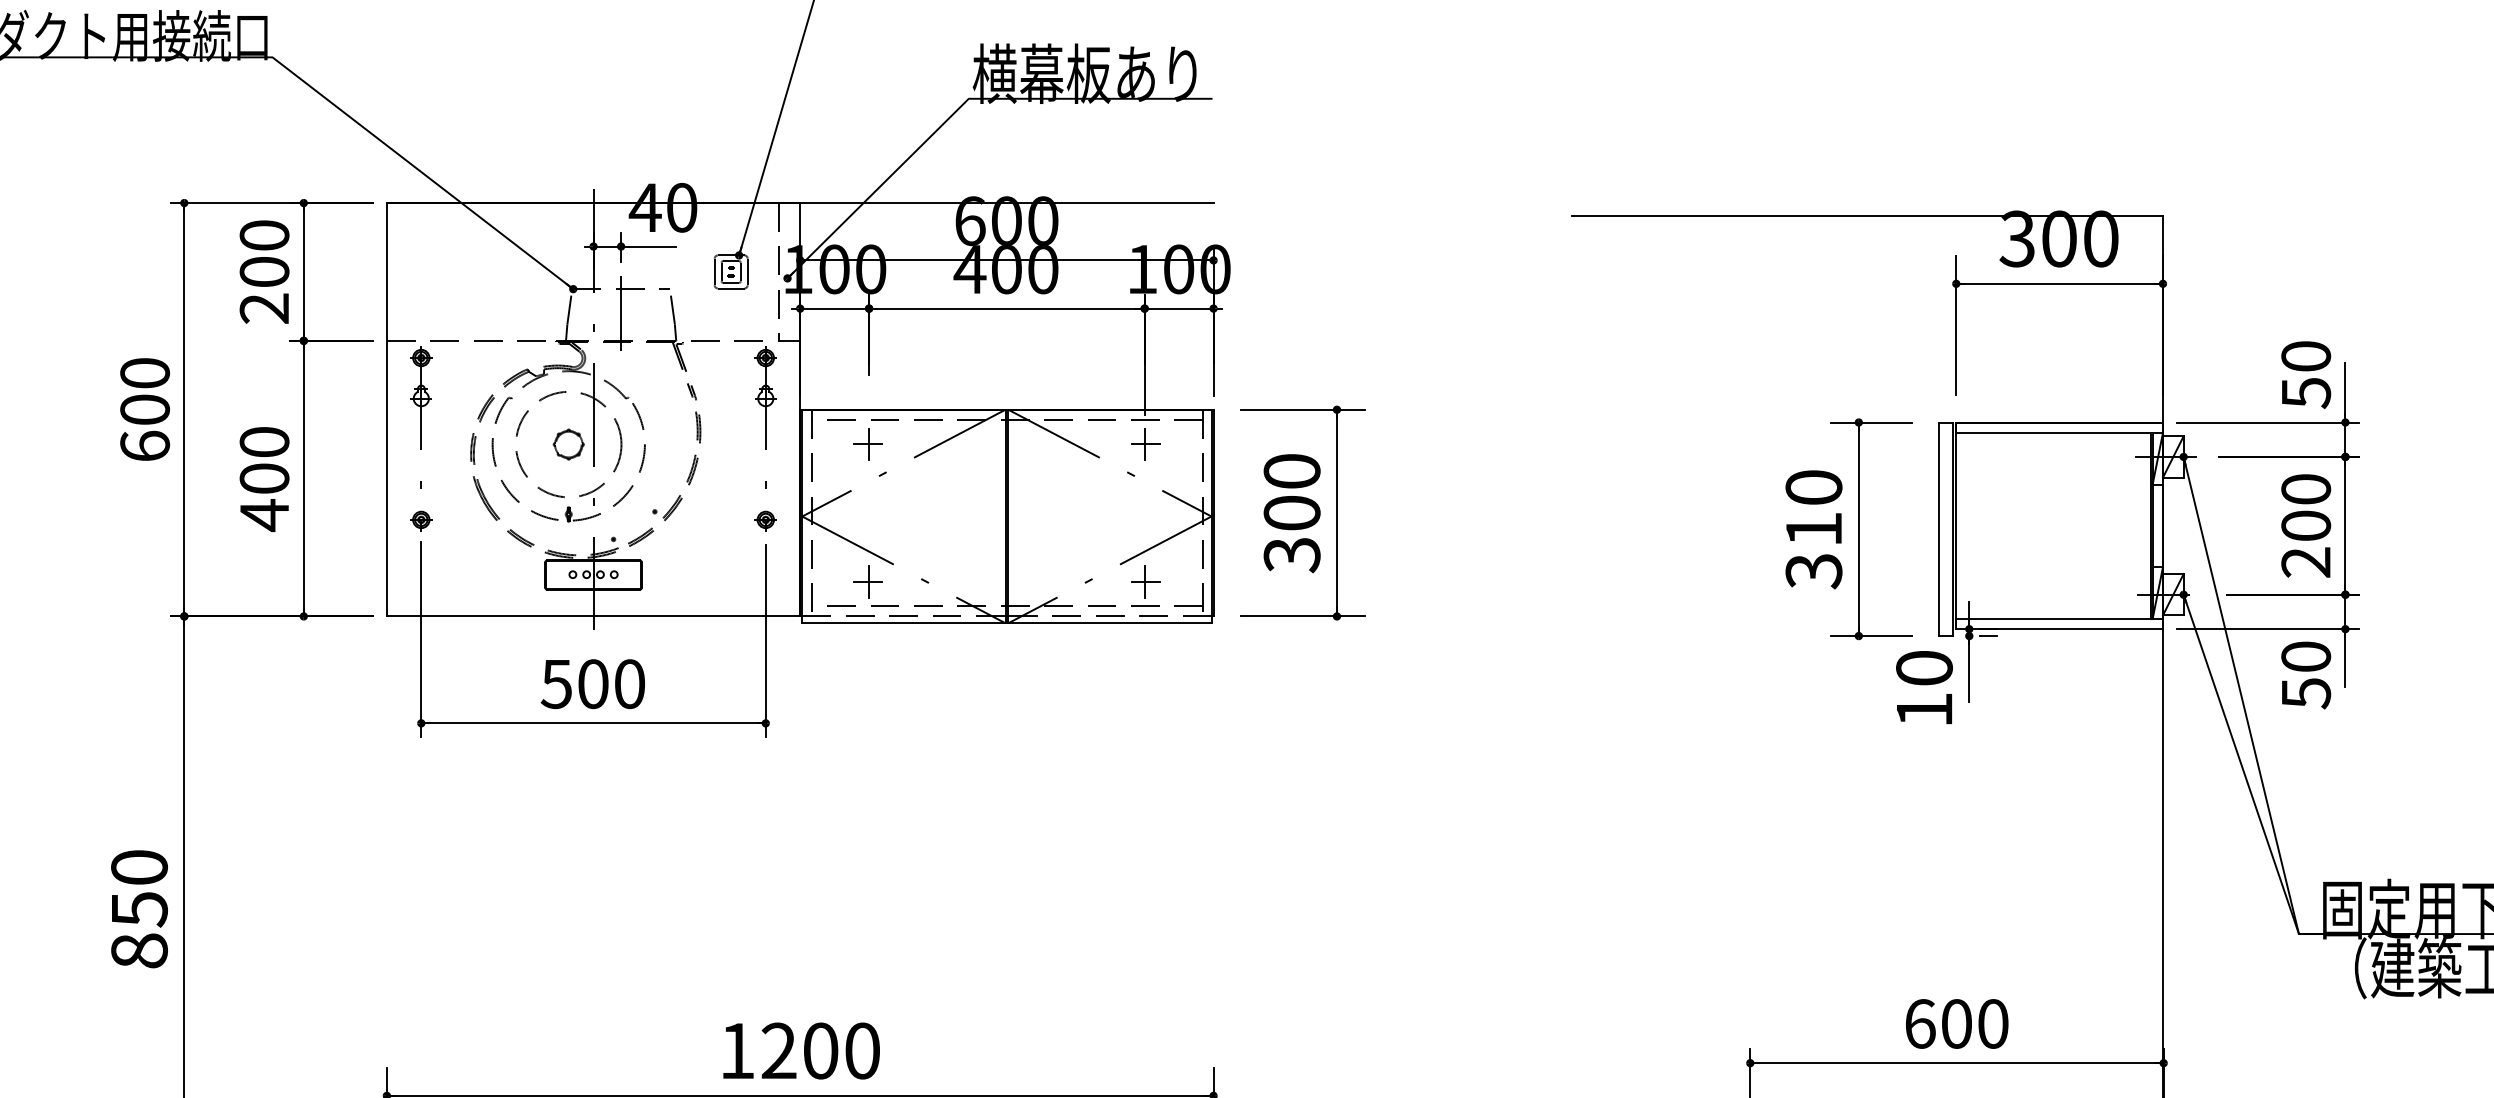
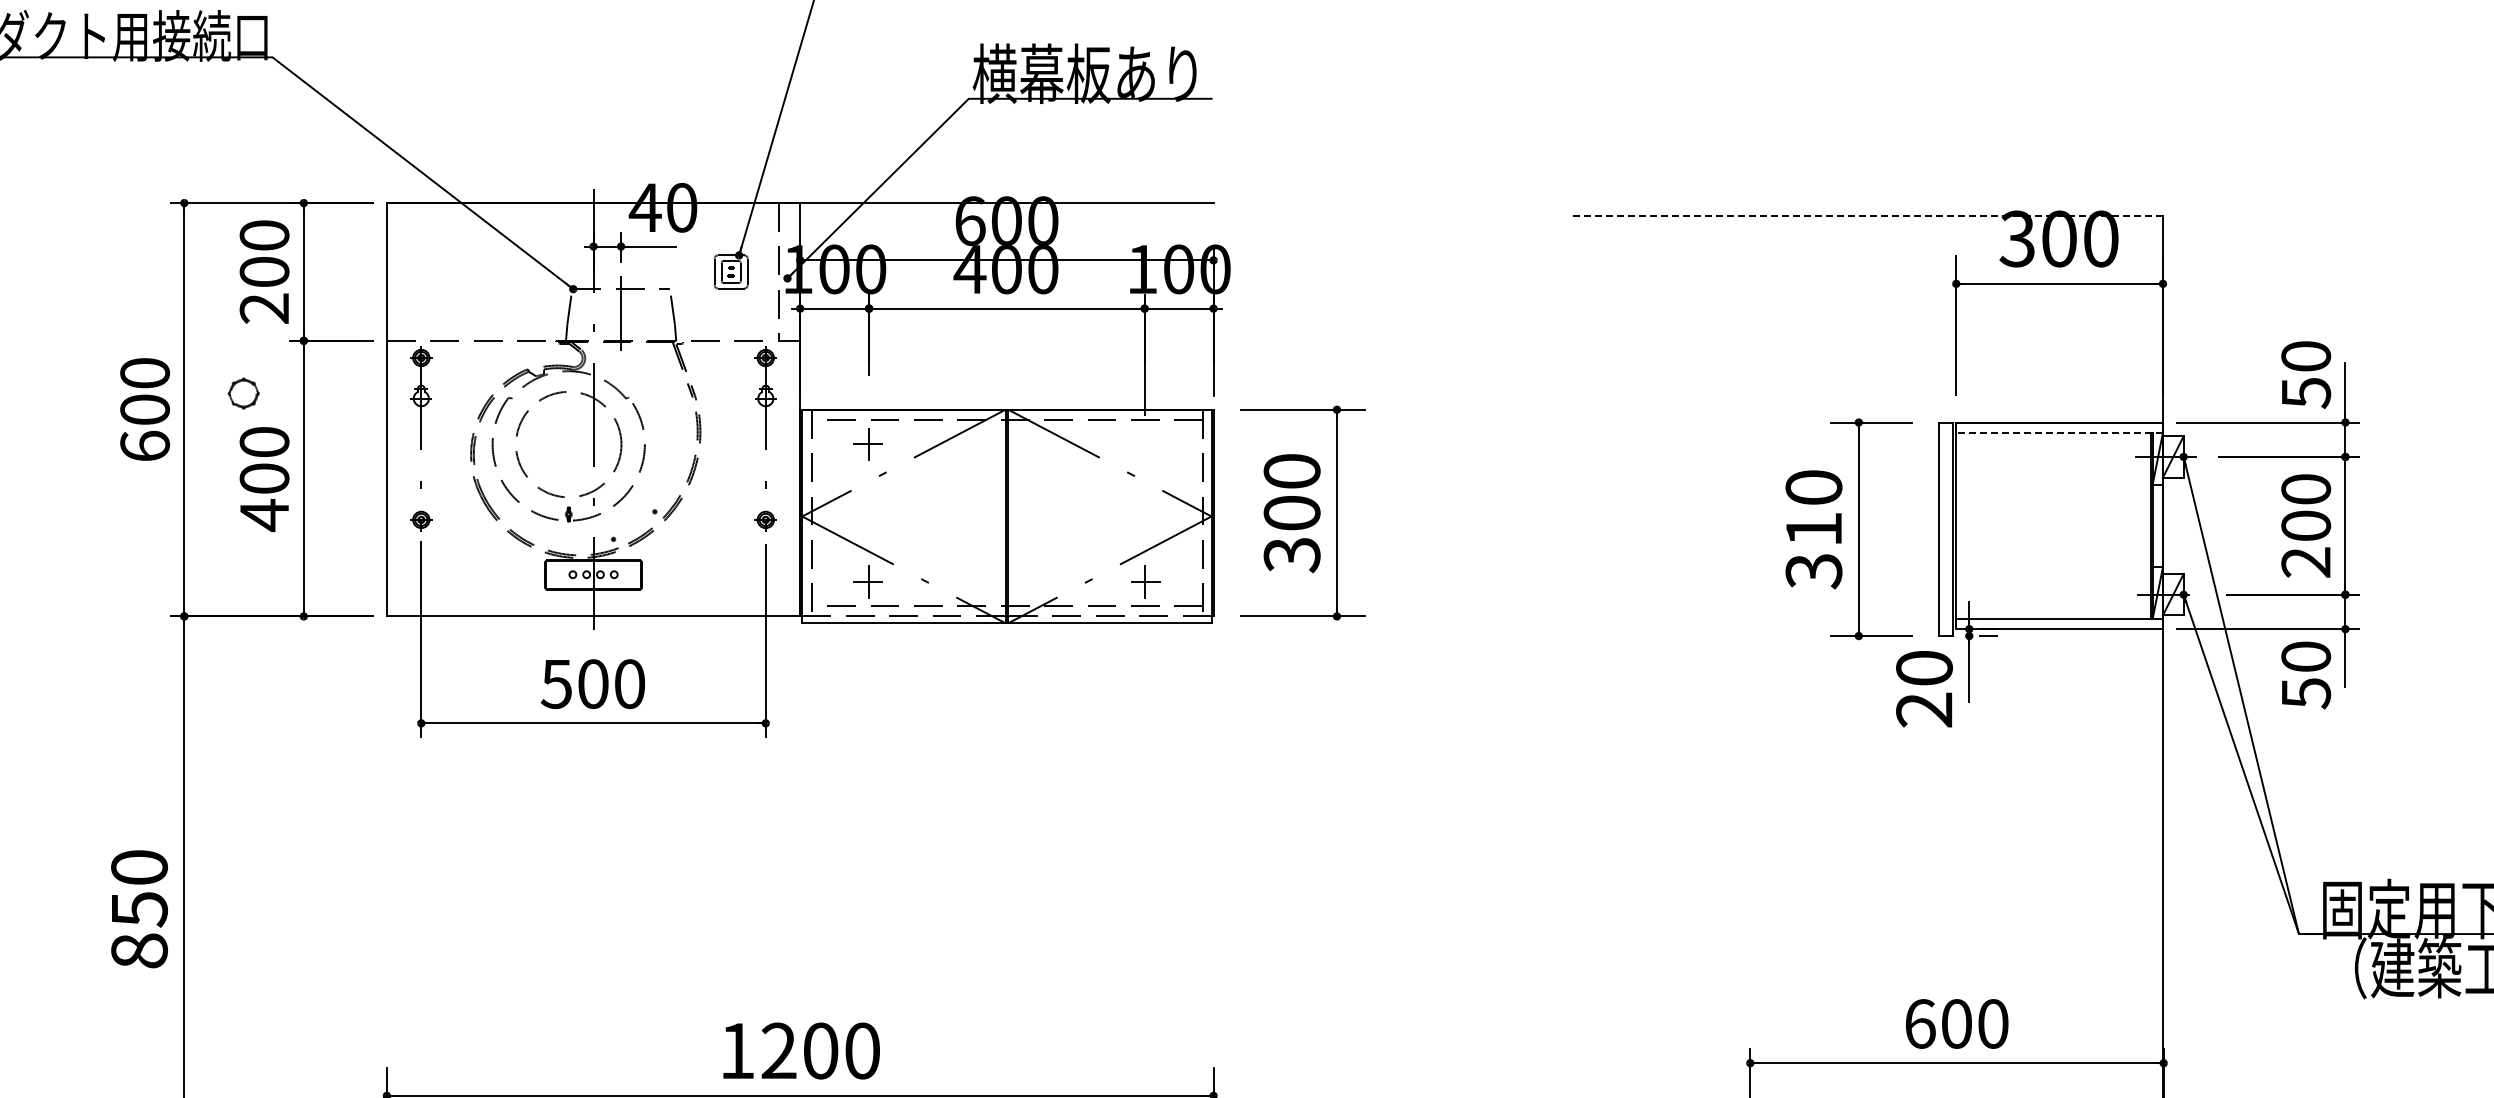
line at (1867, 215): solid -> dashed
line at (2059, 432): solid -> dashed
part at (568, 444) position: (568, 444) -> (243, 393)
part at (1145, 444): present -> none
text at (1924, 709): 10 -> 20
